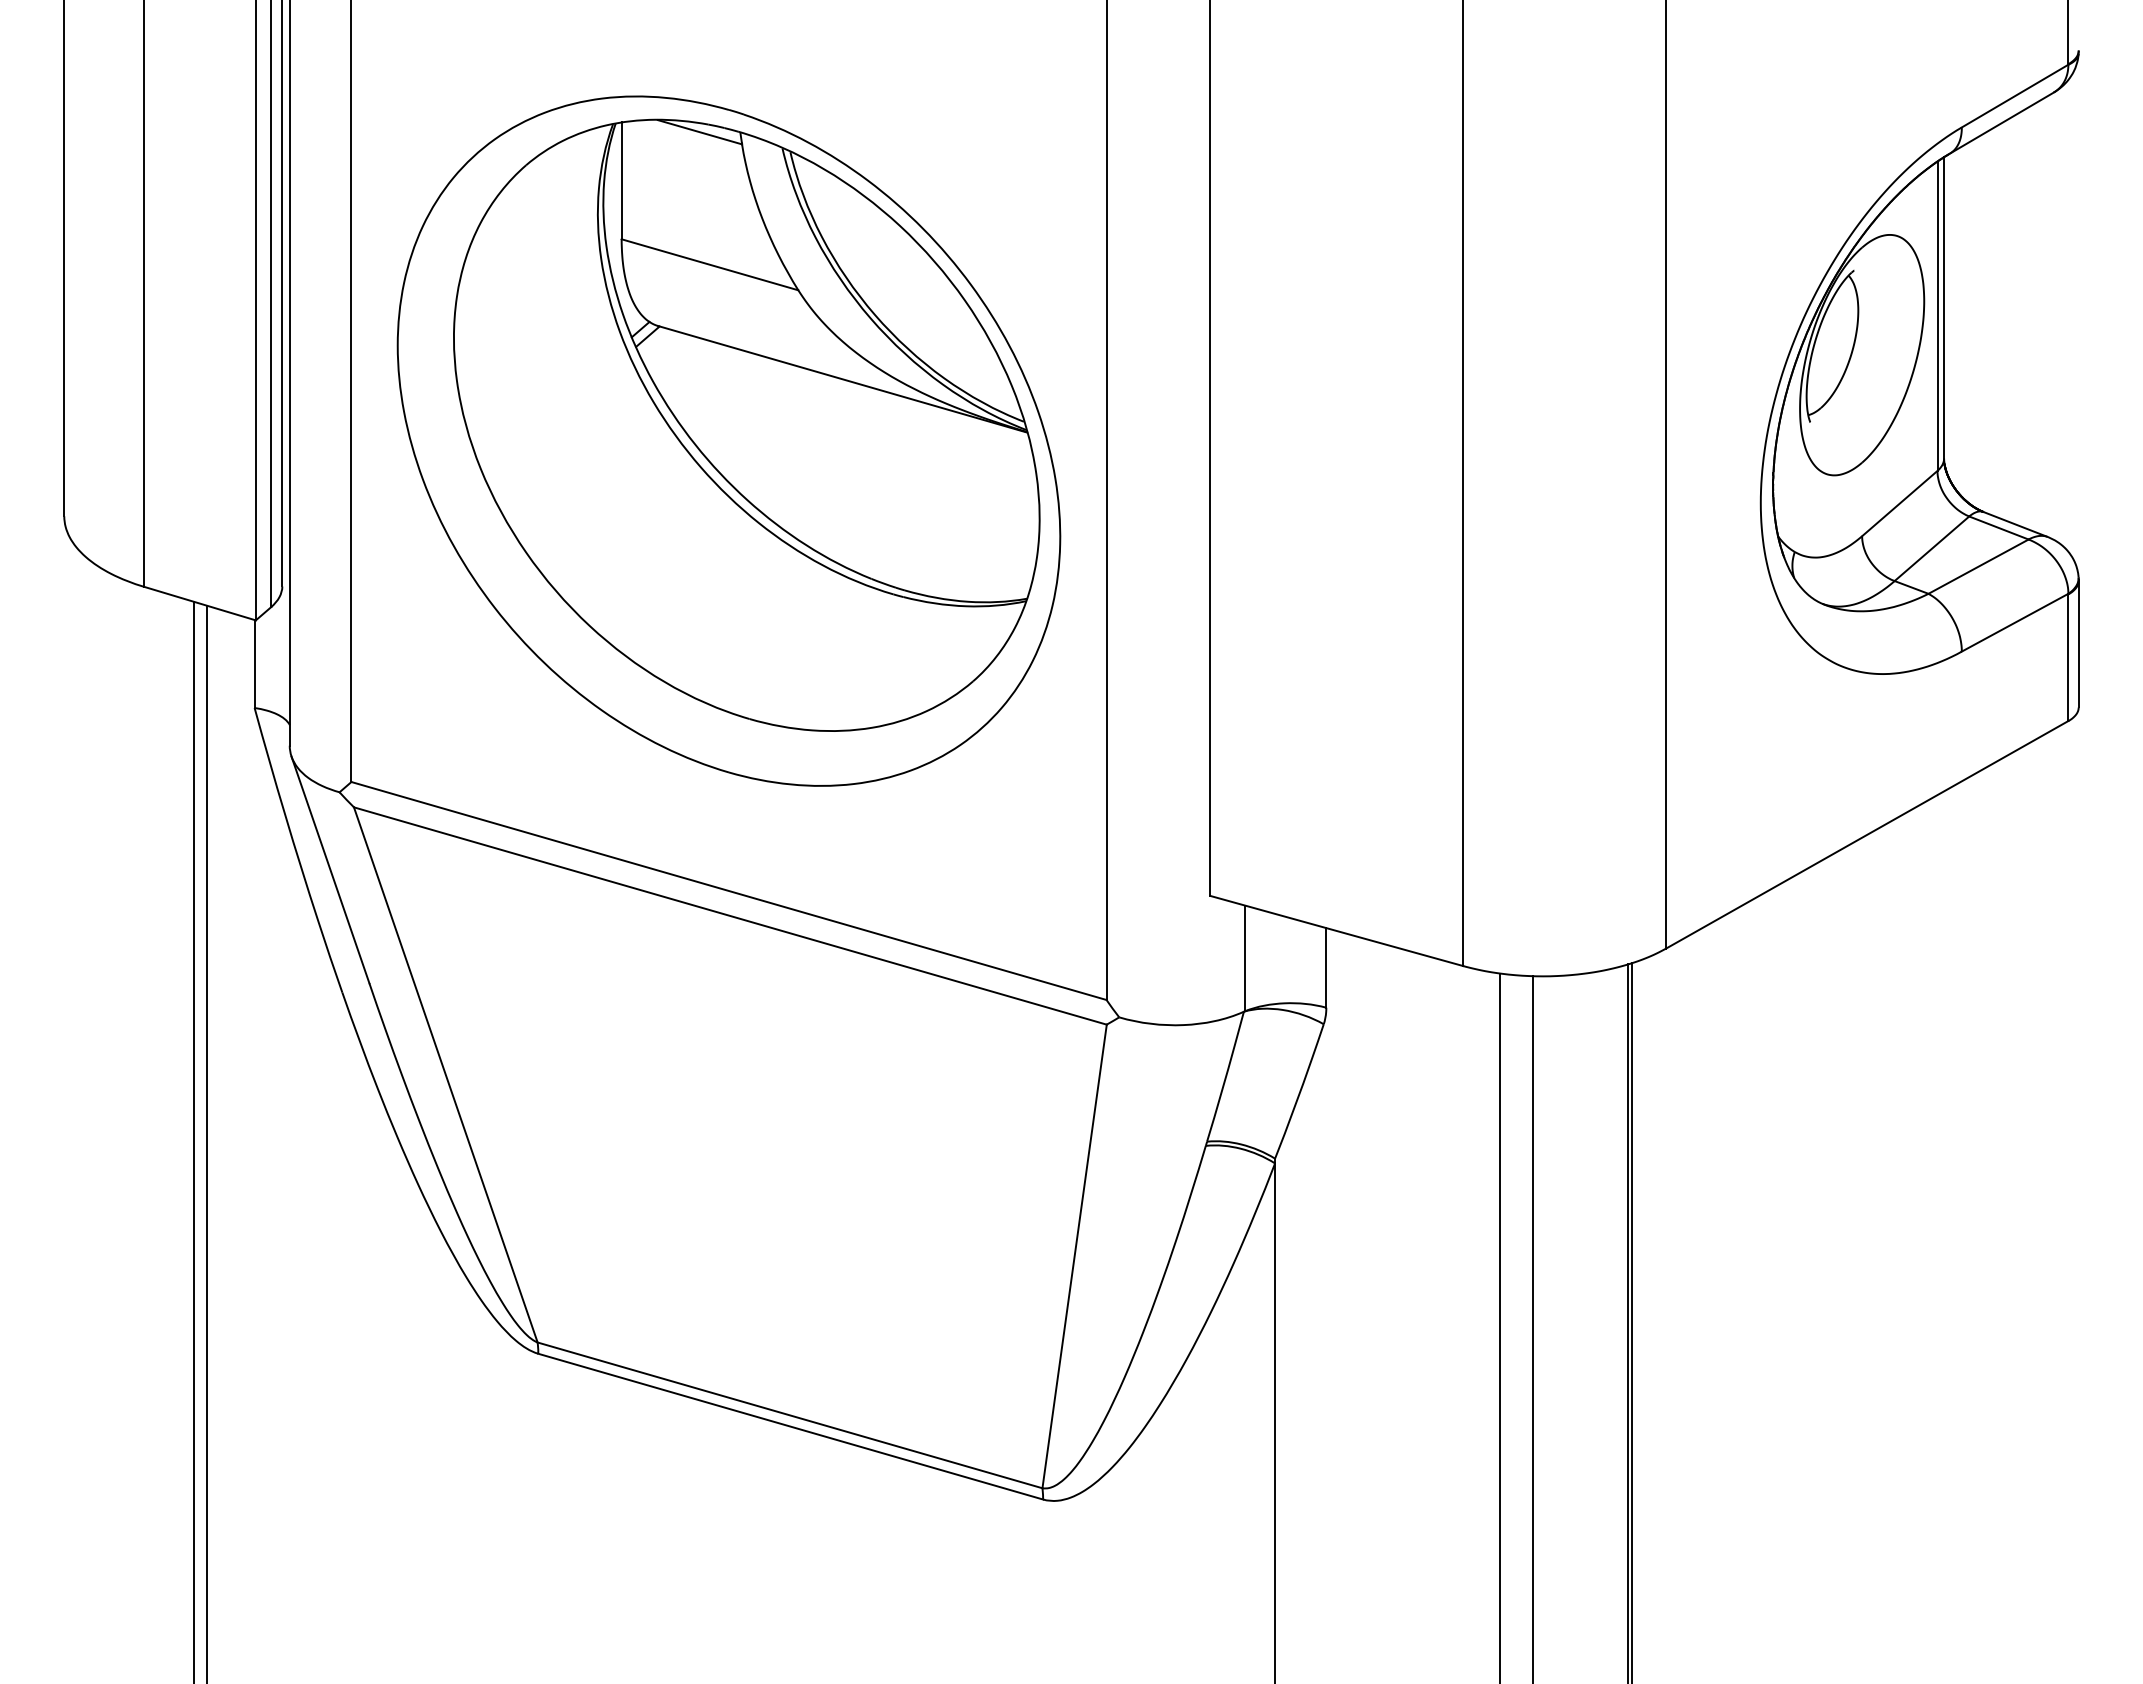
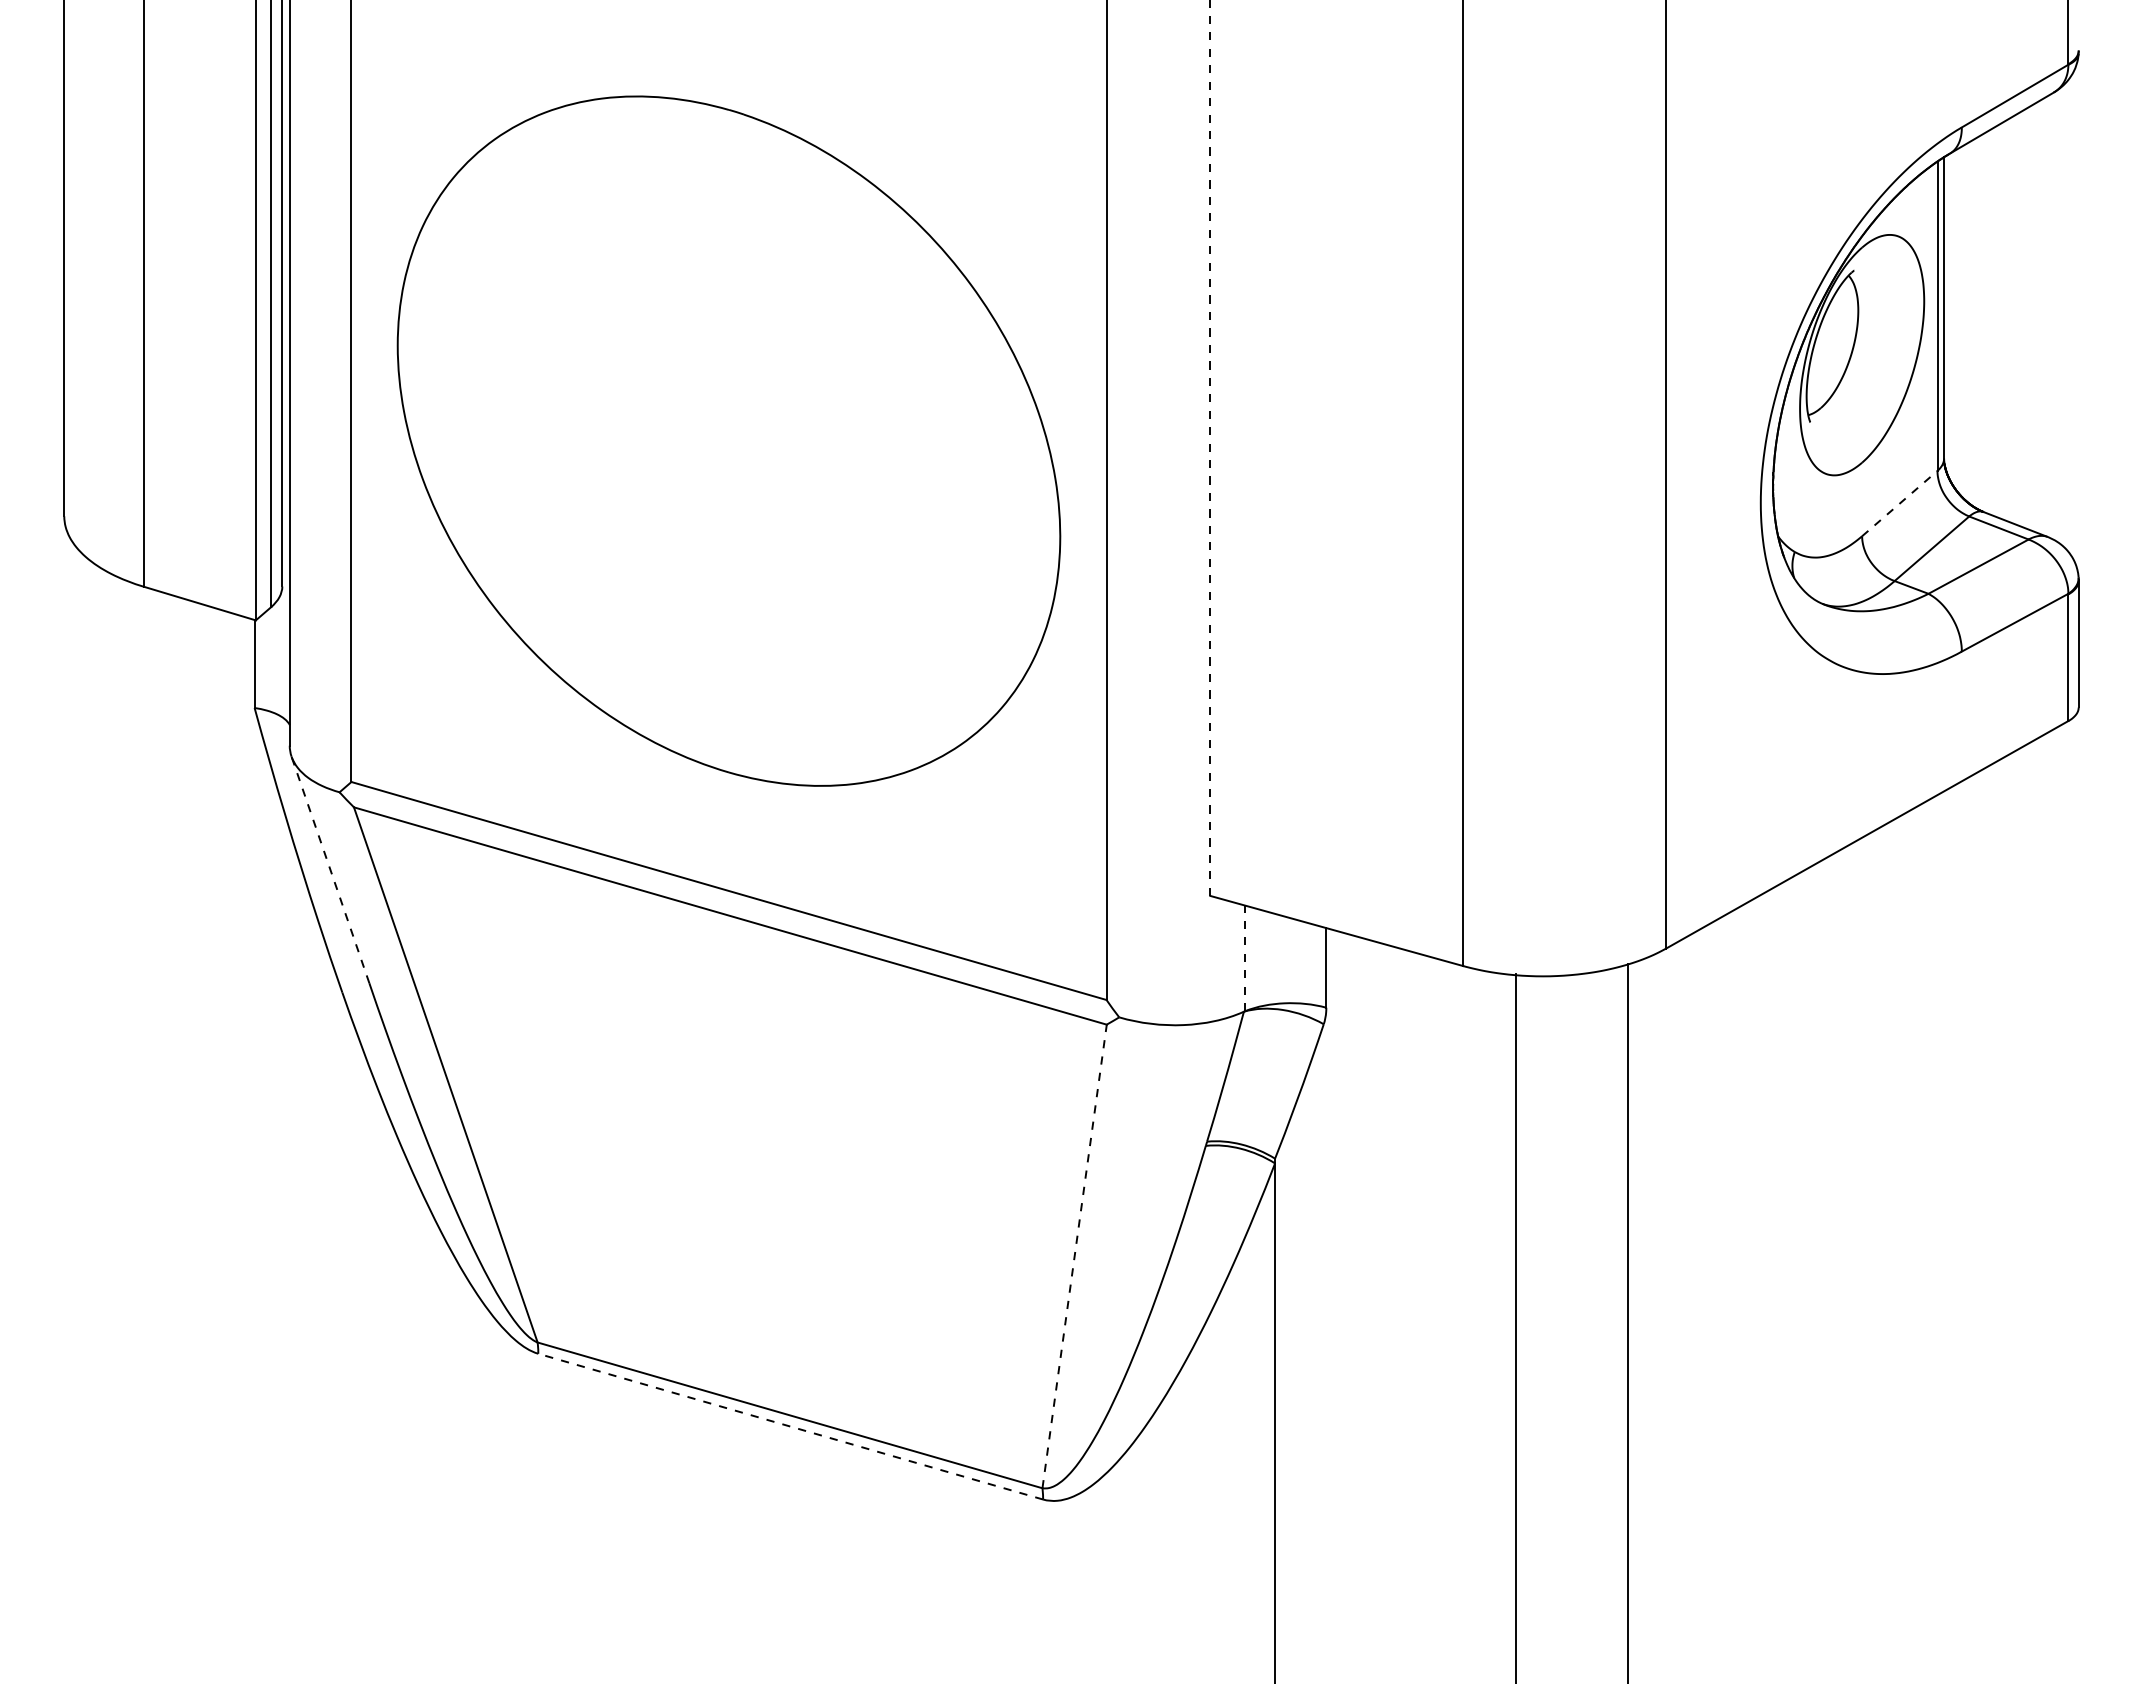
part at (746, 424): present -> none
line at (1210, 448): solid -> dashed
line at (1899, 503): solid -> dashed
line at (330, 869): solid -> dashed
line at (1244, 958): solid -> dashed
line at (194, 1140): present -> none
line at (206, 1142): present -> none
line at (1074, 1255): solid -> dashed
line at (1631, 1321): present -> none
line at (1499, 1326) position: (1499, 1326) -> (1515, 1326)
line at (1532, 1328): present -> none
line at (790, 1426): solid -> dashed
